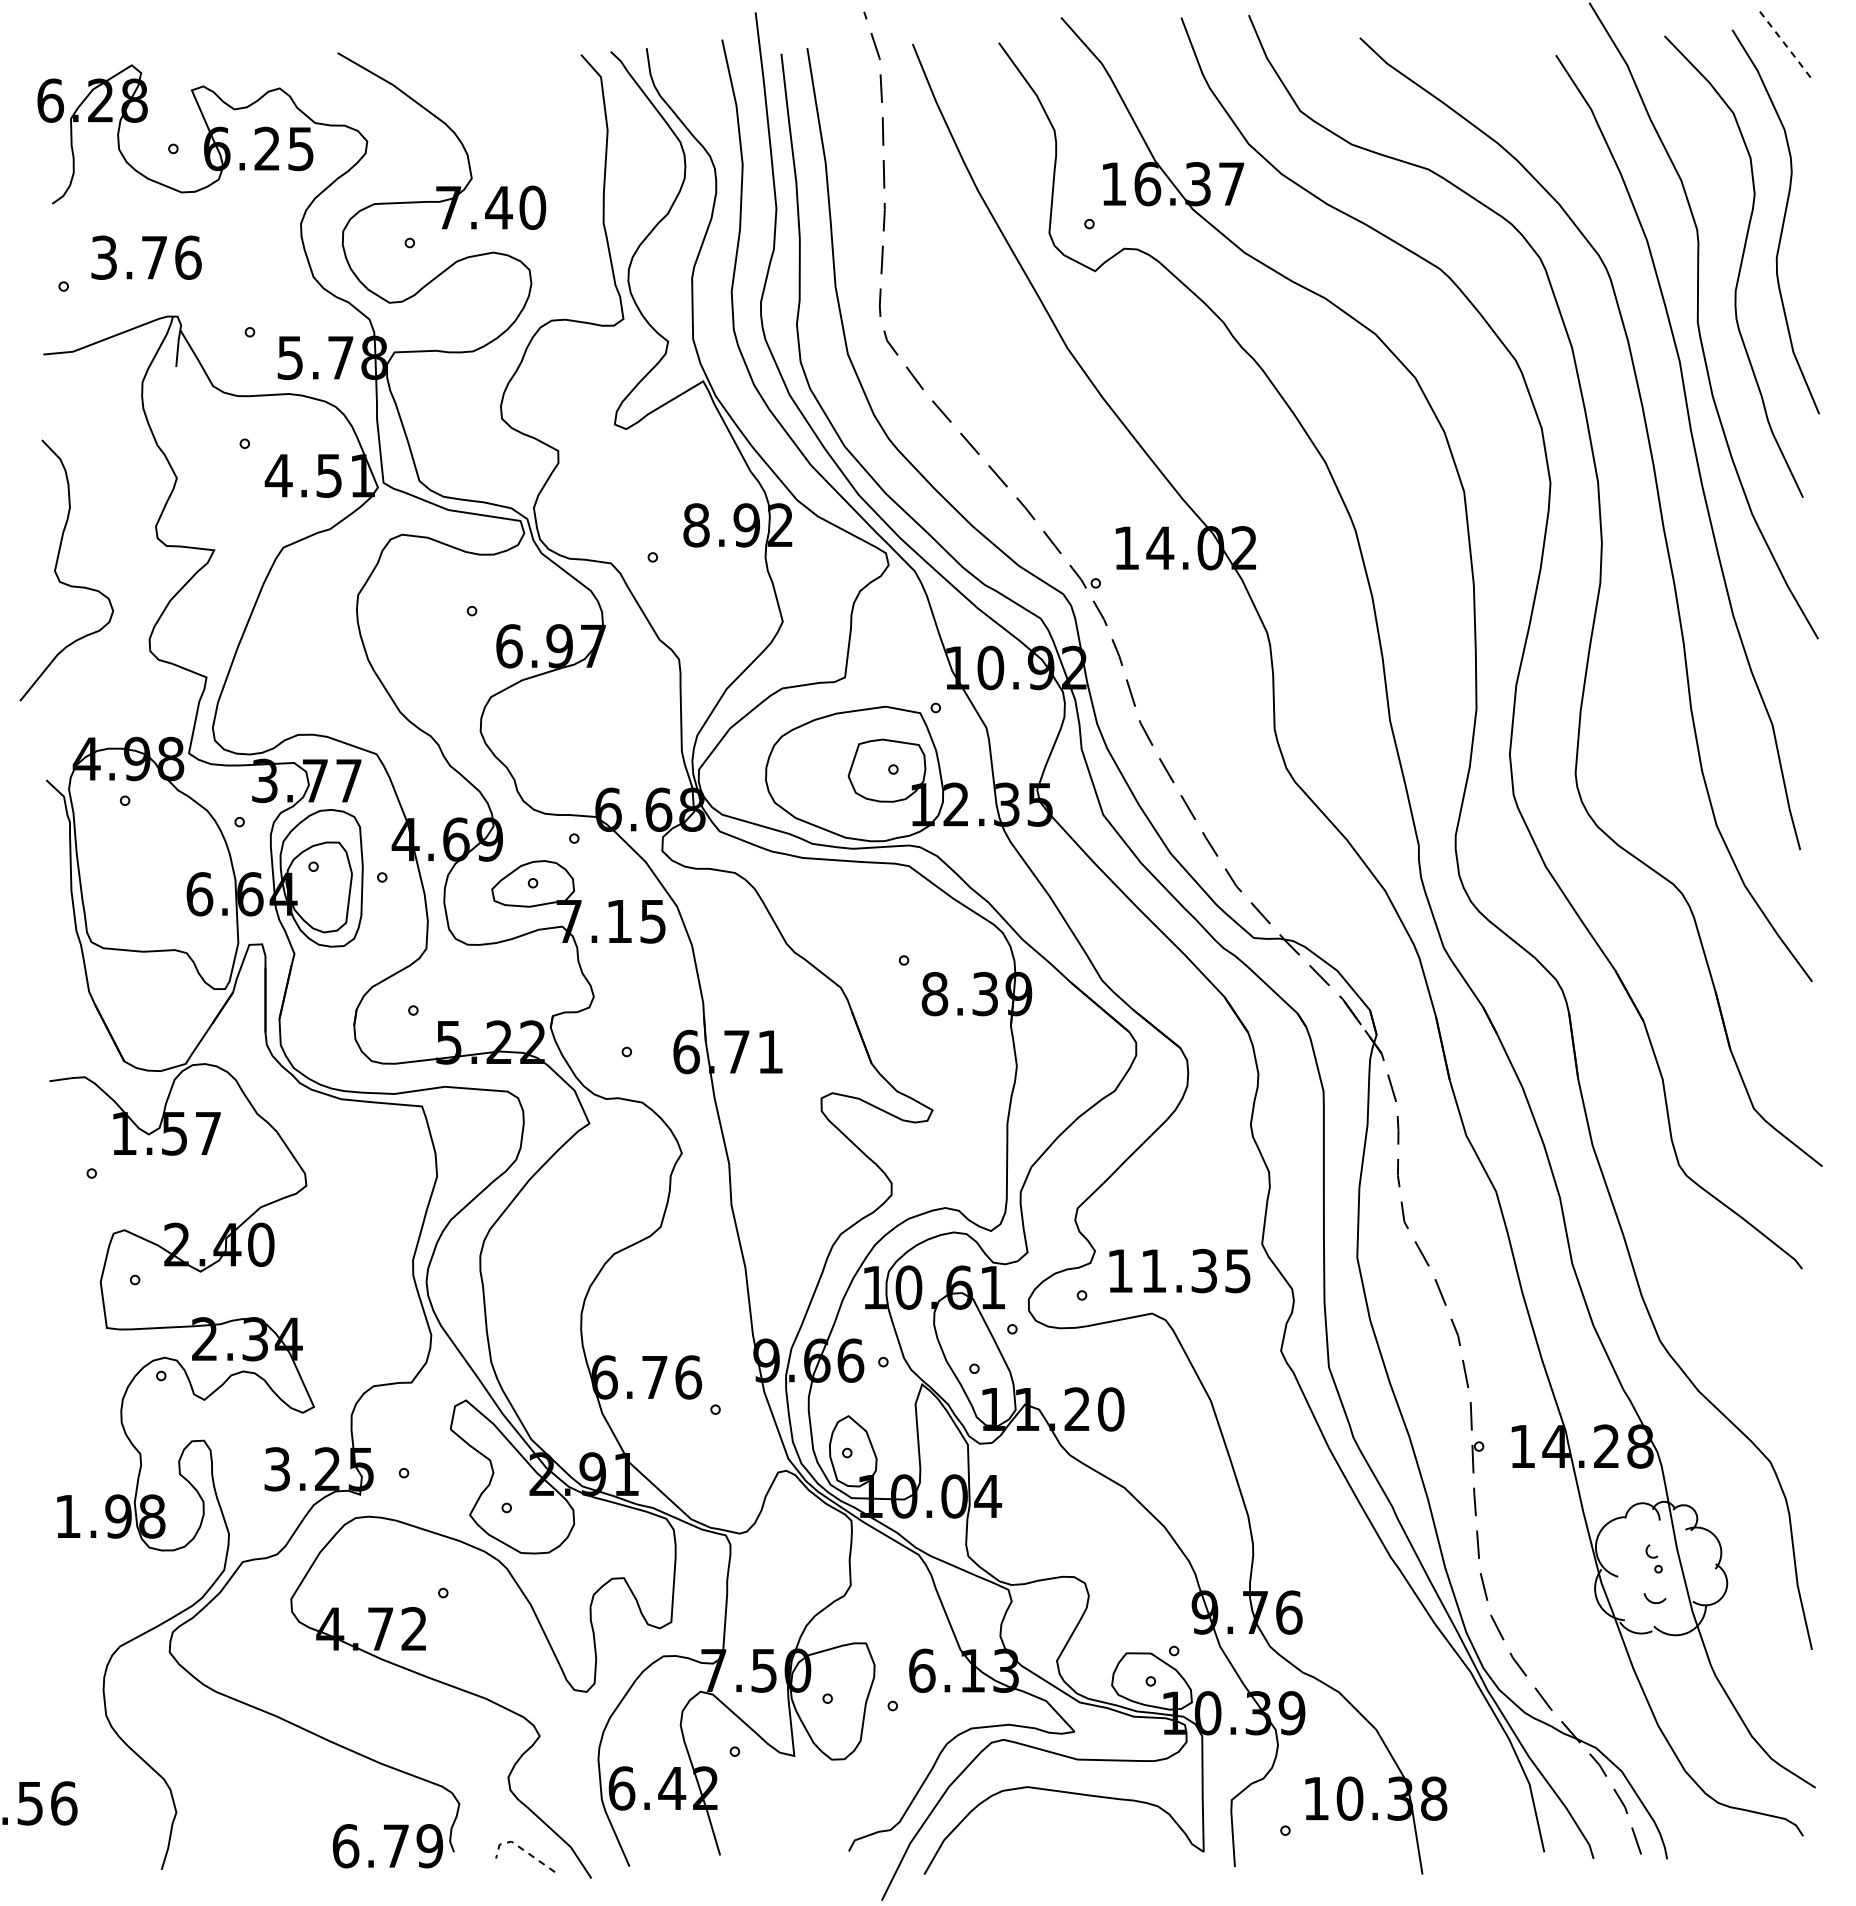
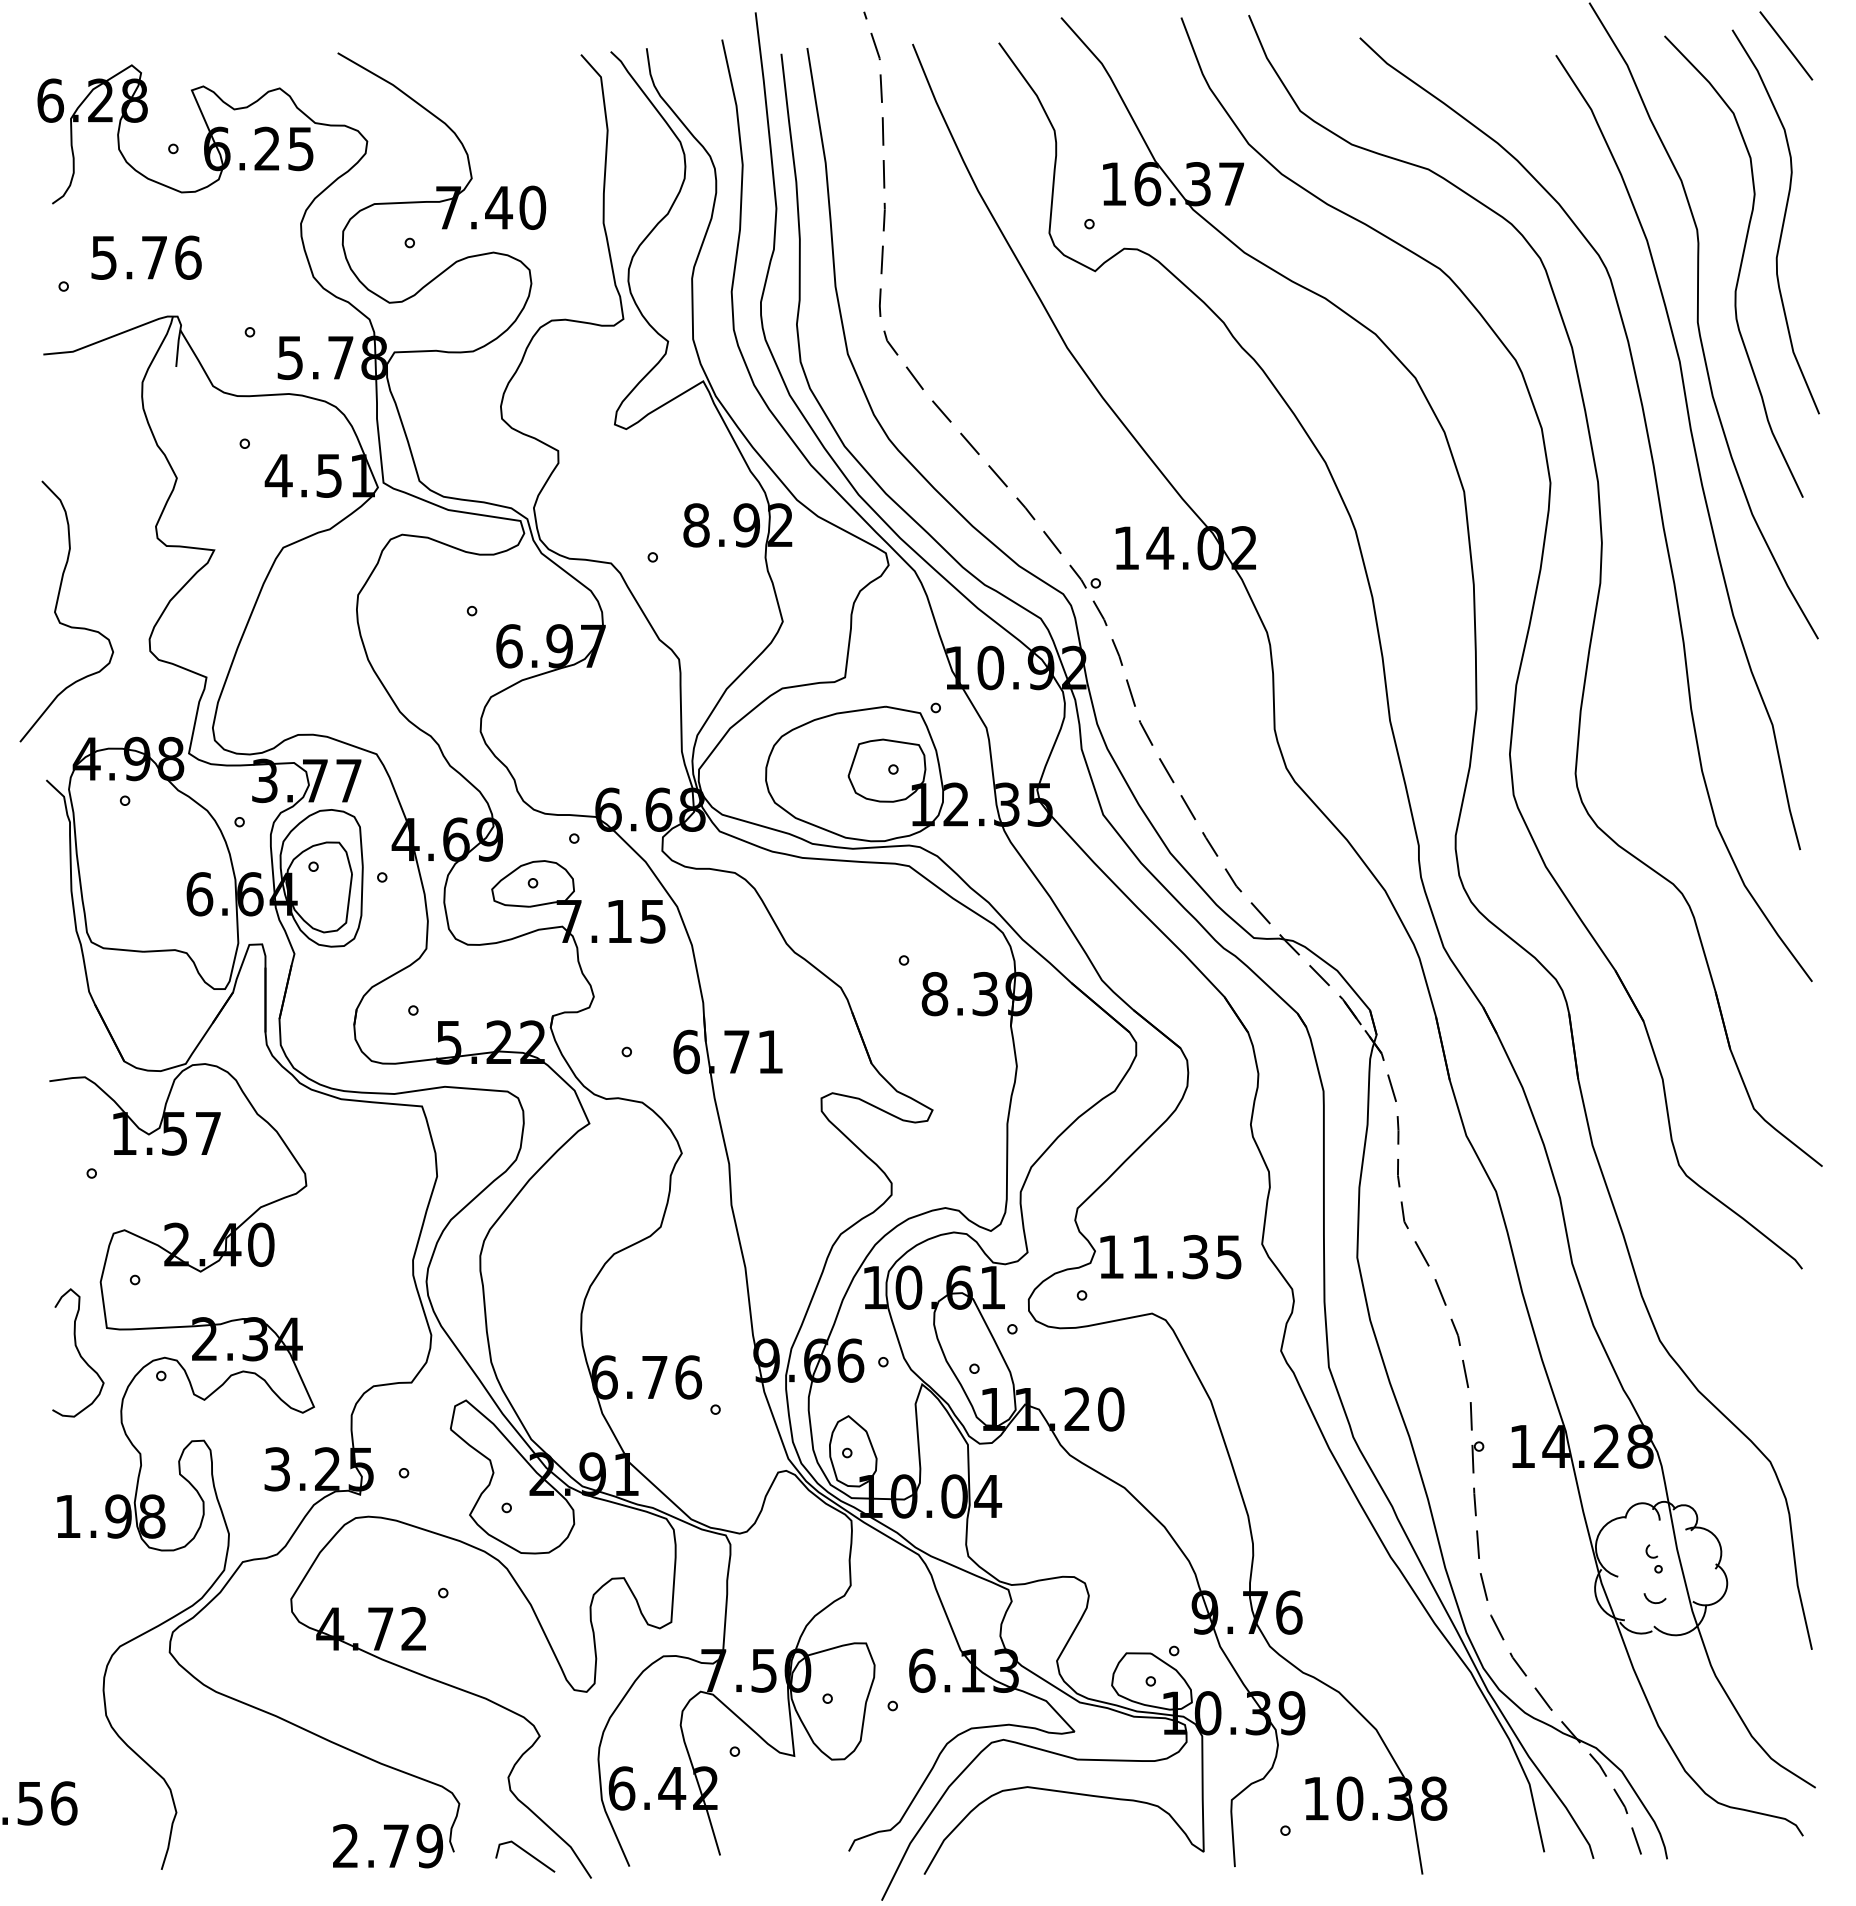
line at (1786, 46): dashed -> solid
text at (103, 257): 3.76 -> 5.76
curve at (57, 574) position: (57, 574) -> (57, 615)
text at (1179, 1271) position: (1179, 1271) -> (1170, 1257)
curve at (78, 1352): none -> present
text at (345, 1846): 6.79 -> 2.79
line at (521, 1848): dashed -> solid
